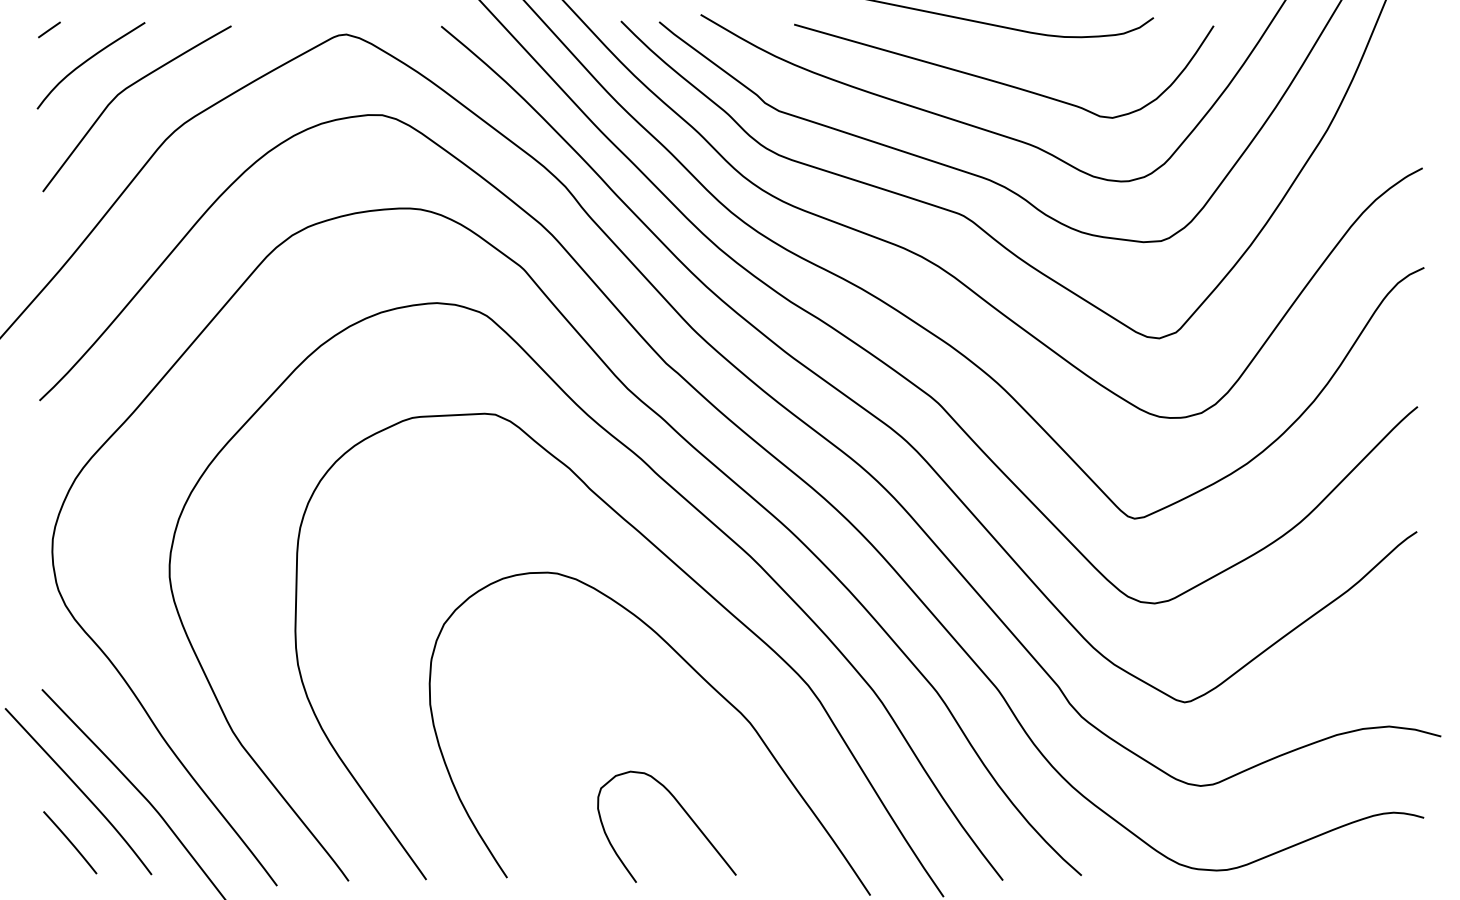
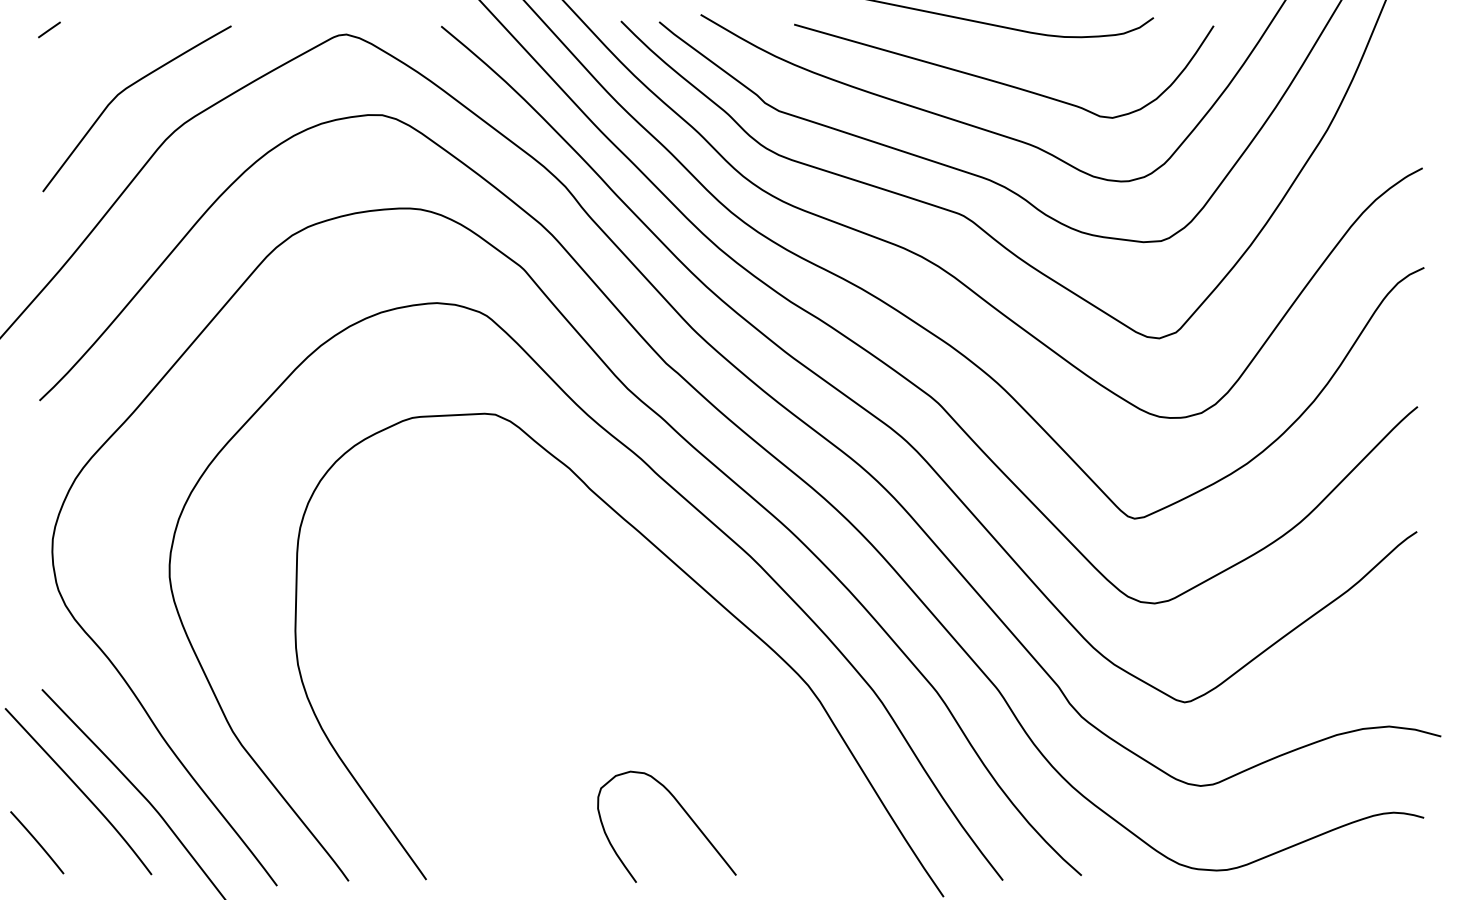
curve at (87, 61): present -> none
curve at (700, 677): present -> none
line at (70, 842) position: (70, 842) -> (37, 842)
